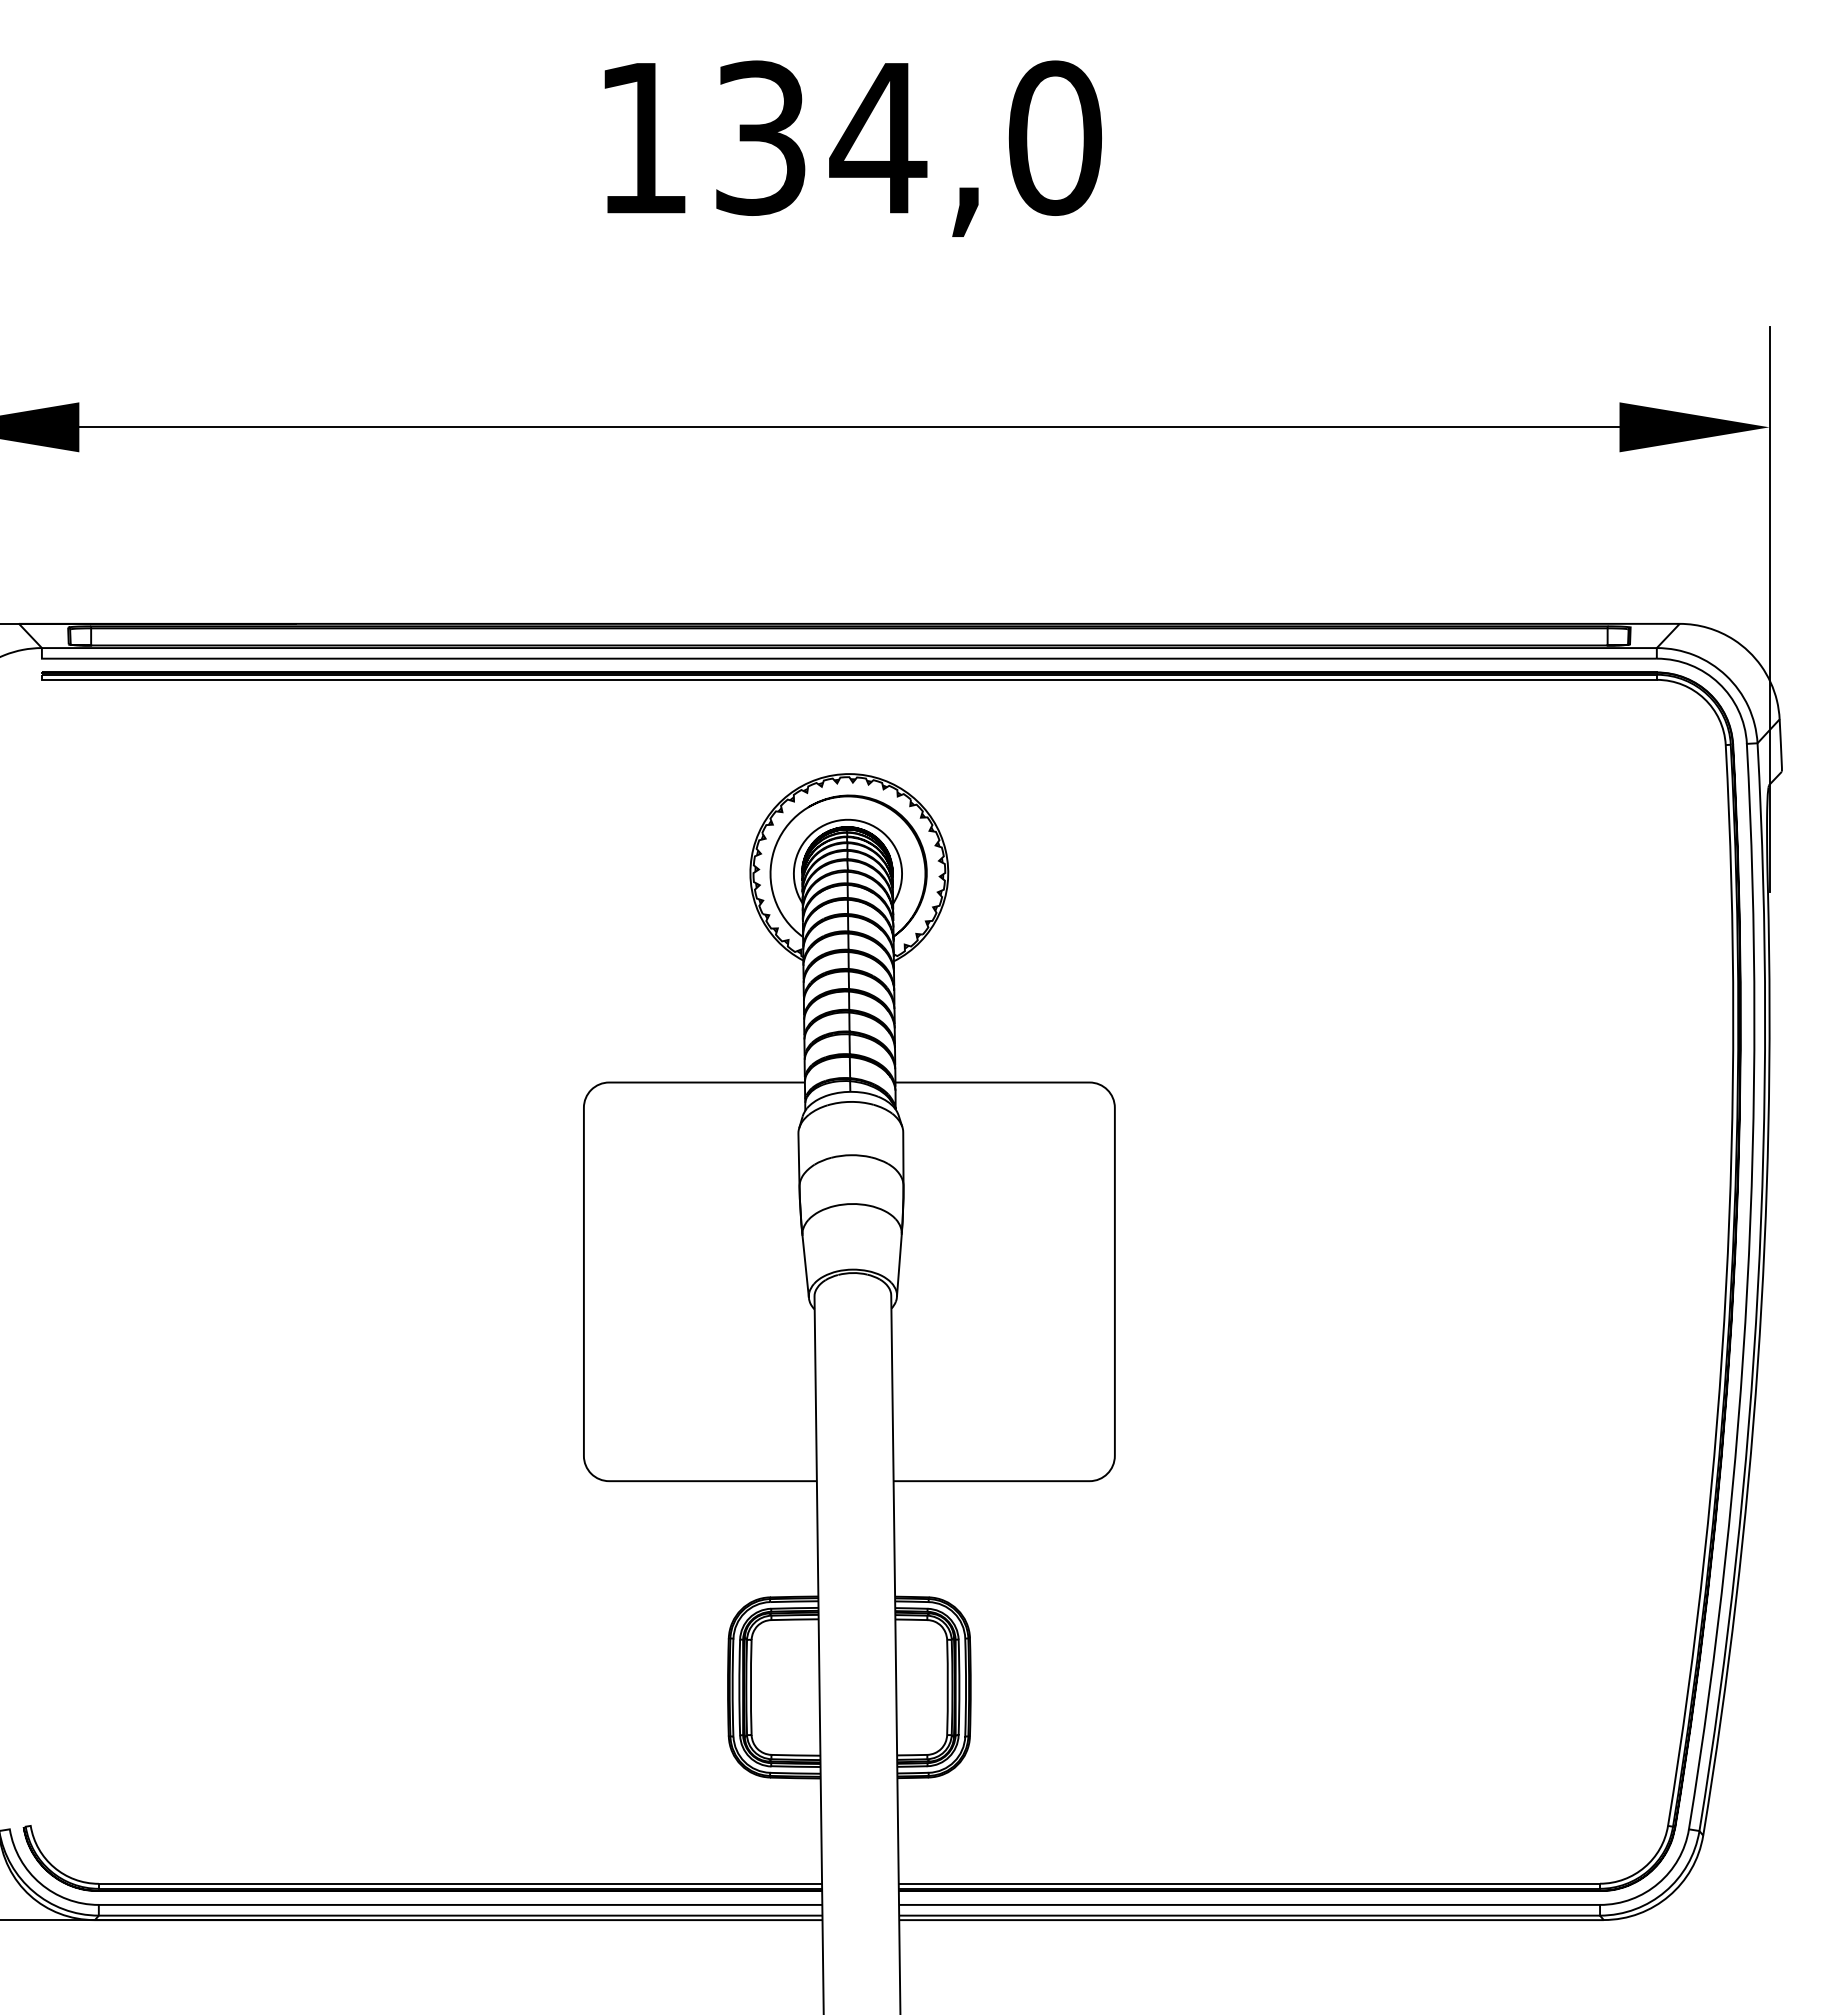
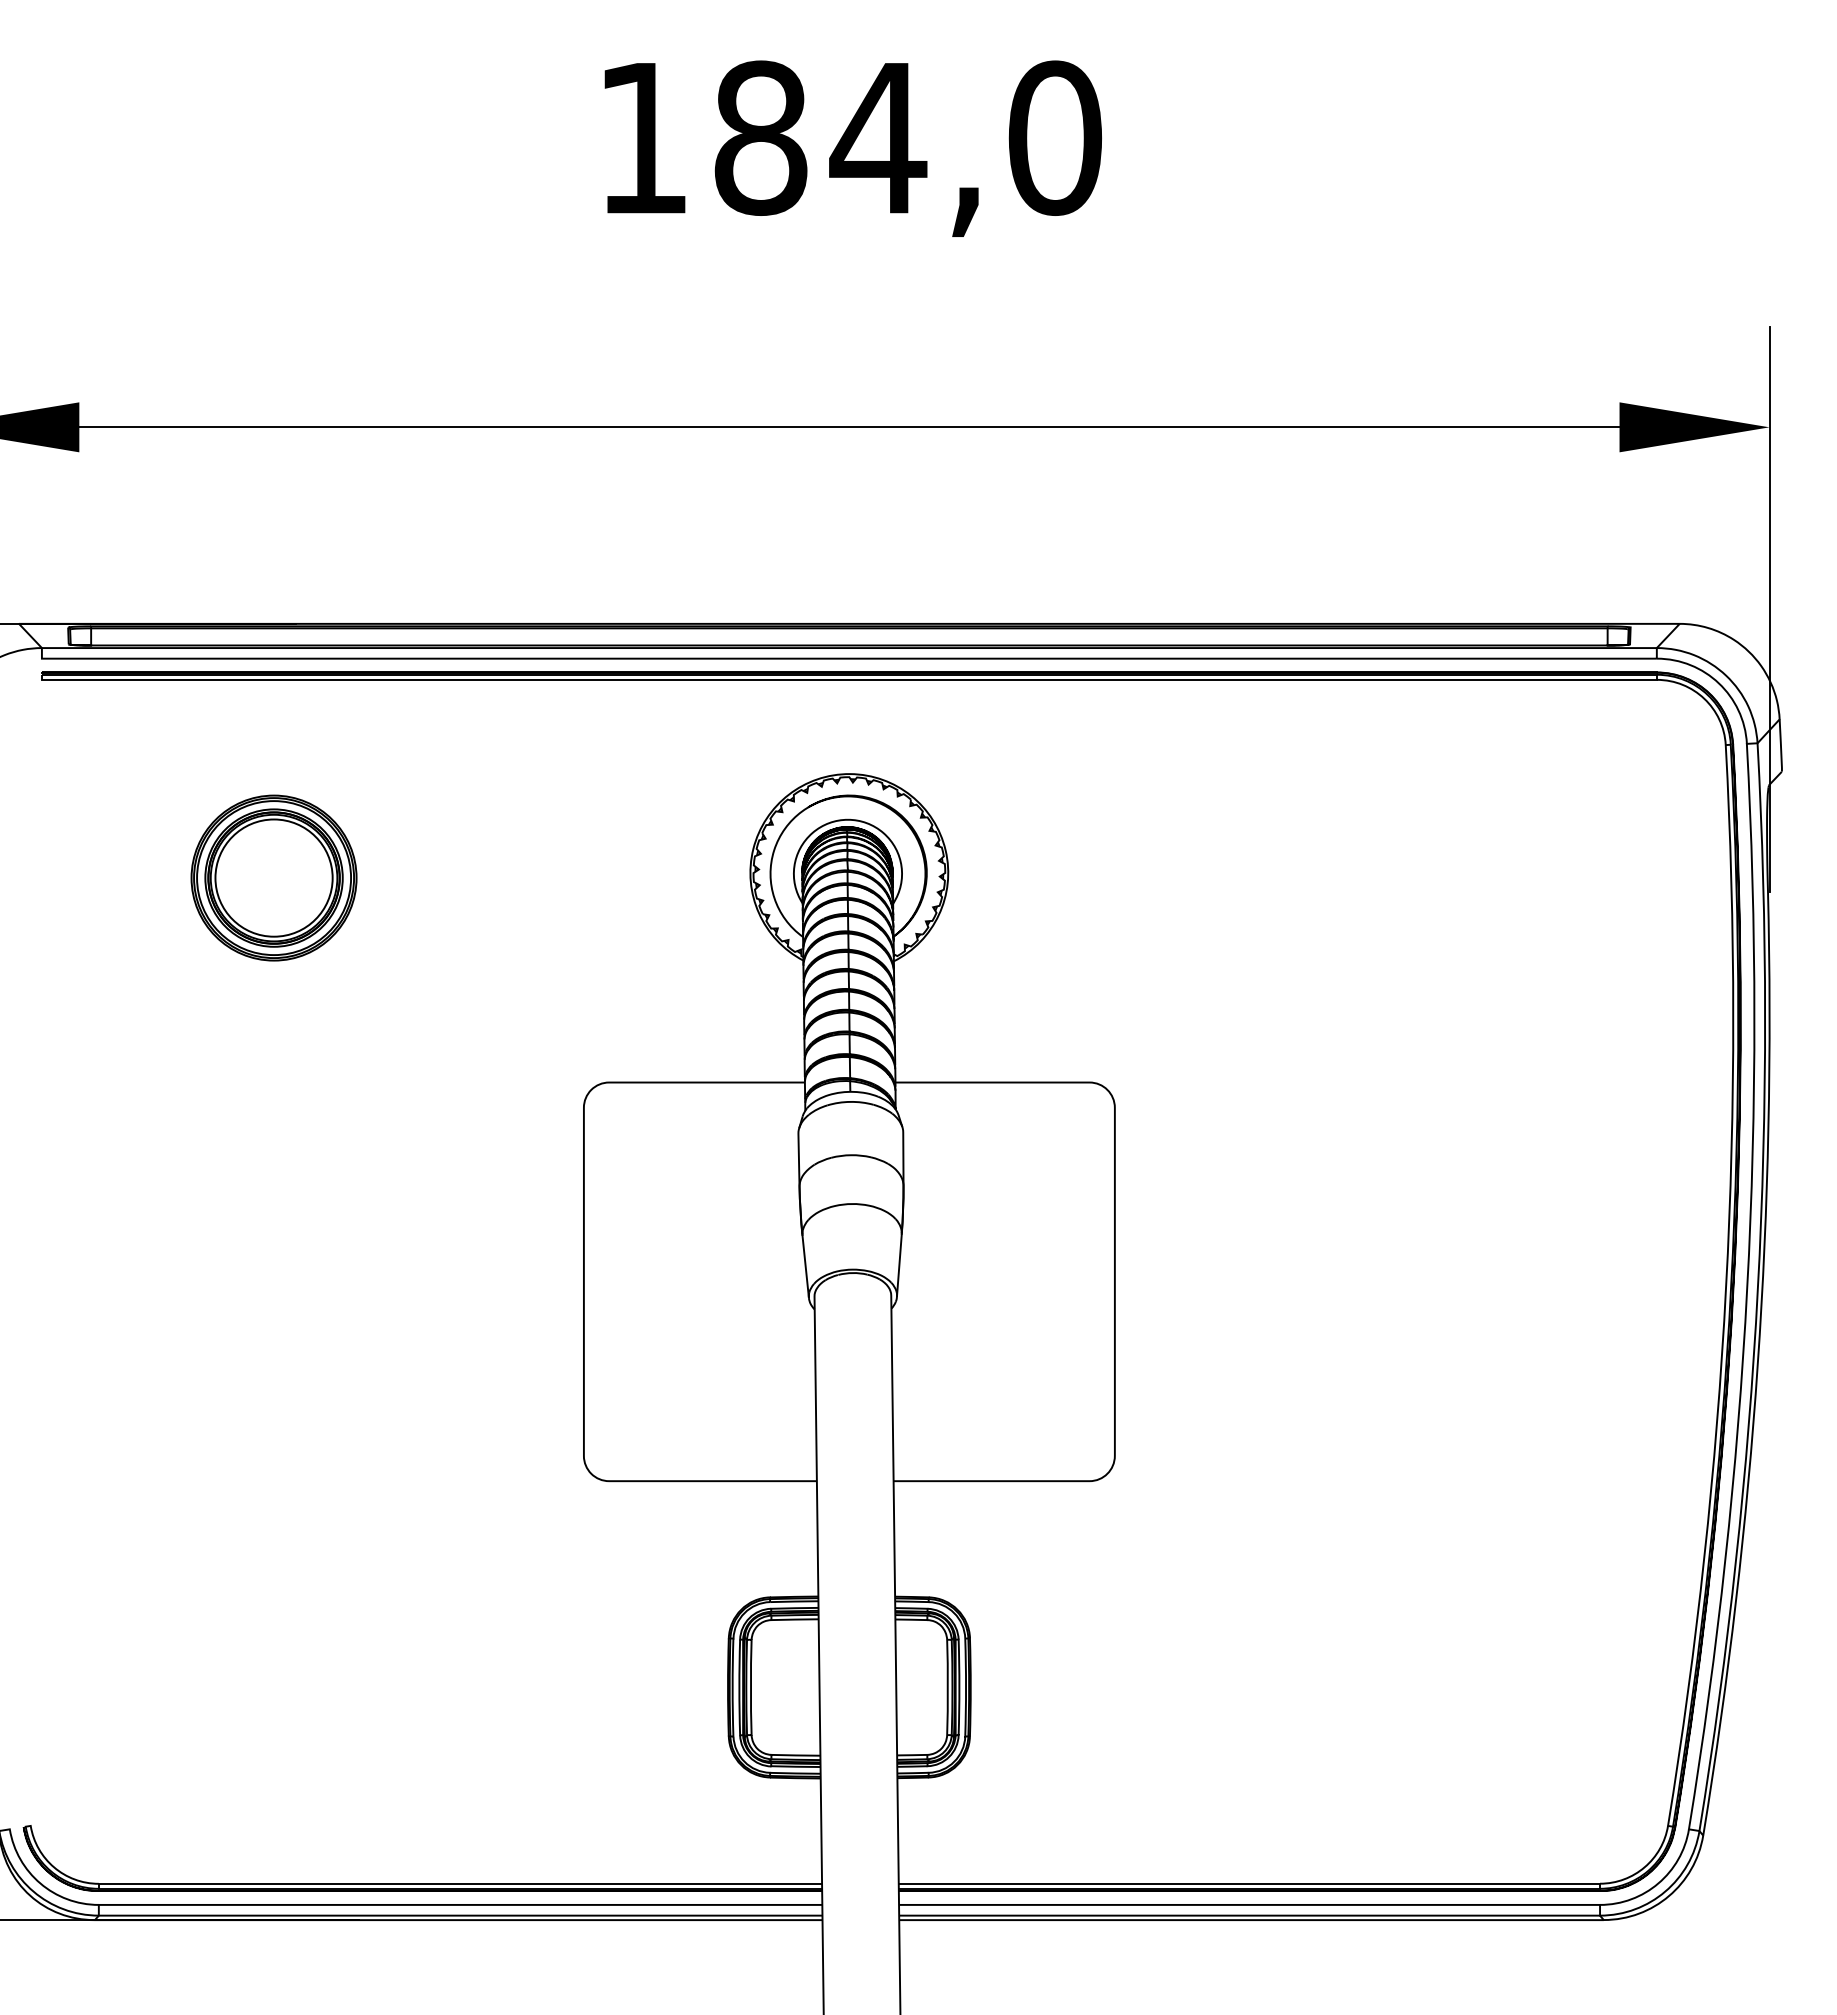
text at (760, 137): 134,0 -> 184,0
part at (273, 877): none -> present
